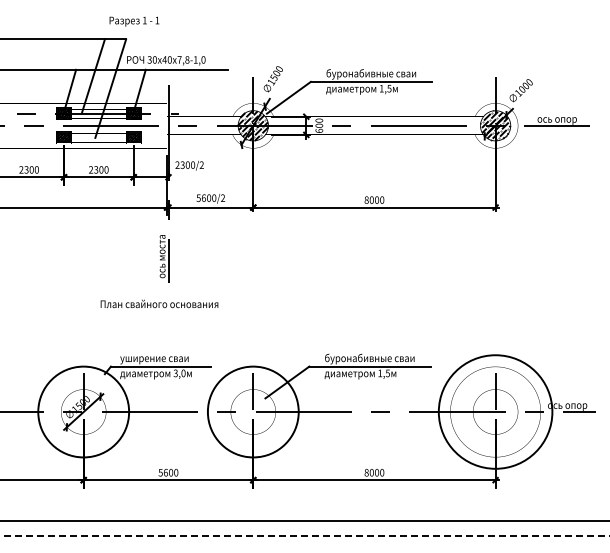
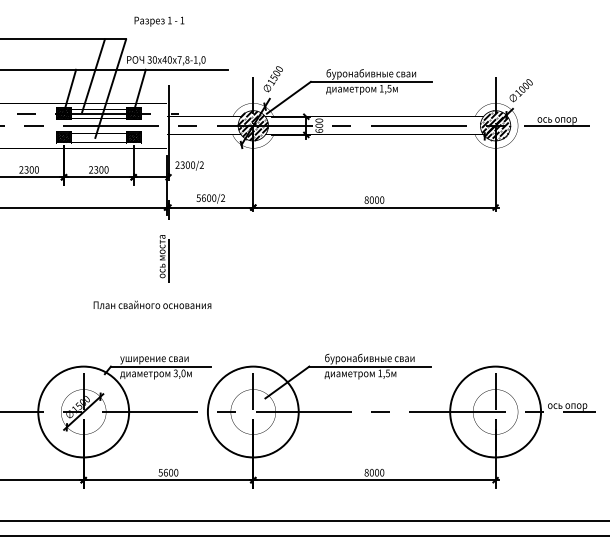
text at (134, 21) position: (134, 21) -> (159, 21)
text at (159, 303) position: (159, 303) -> (152, 304)
circle at (495, 411) diameter: 114 px -> 91 px
line at (305, 536): dashed -> solid
